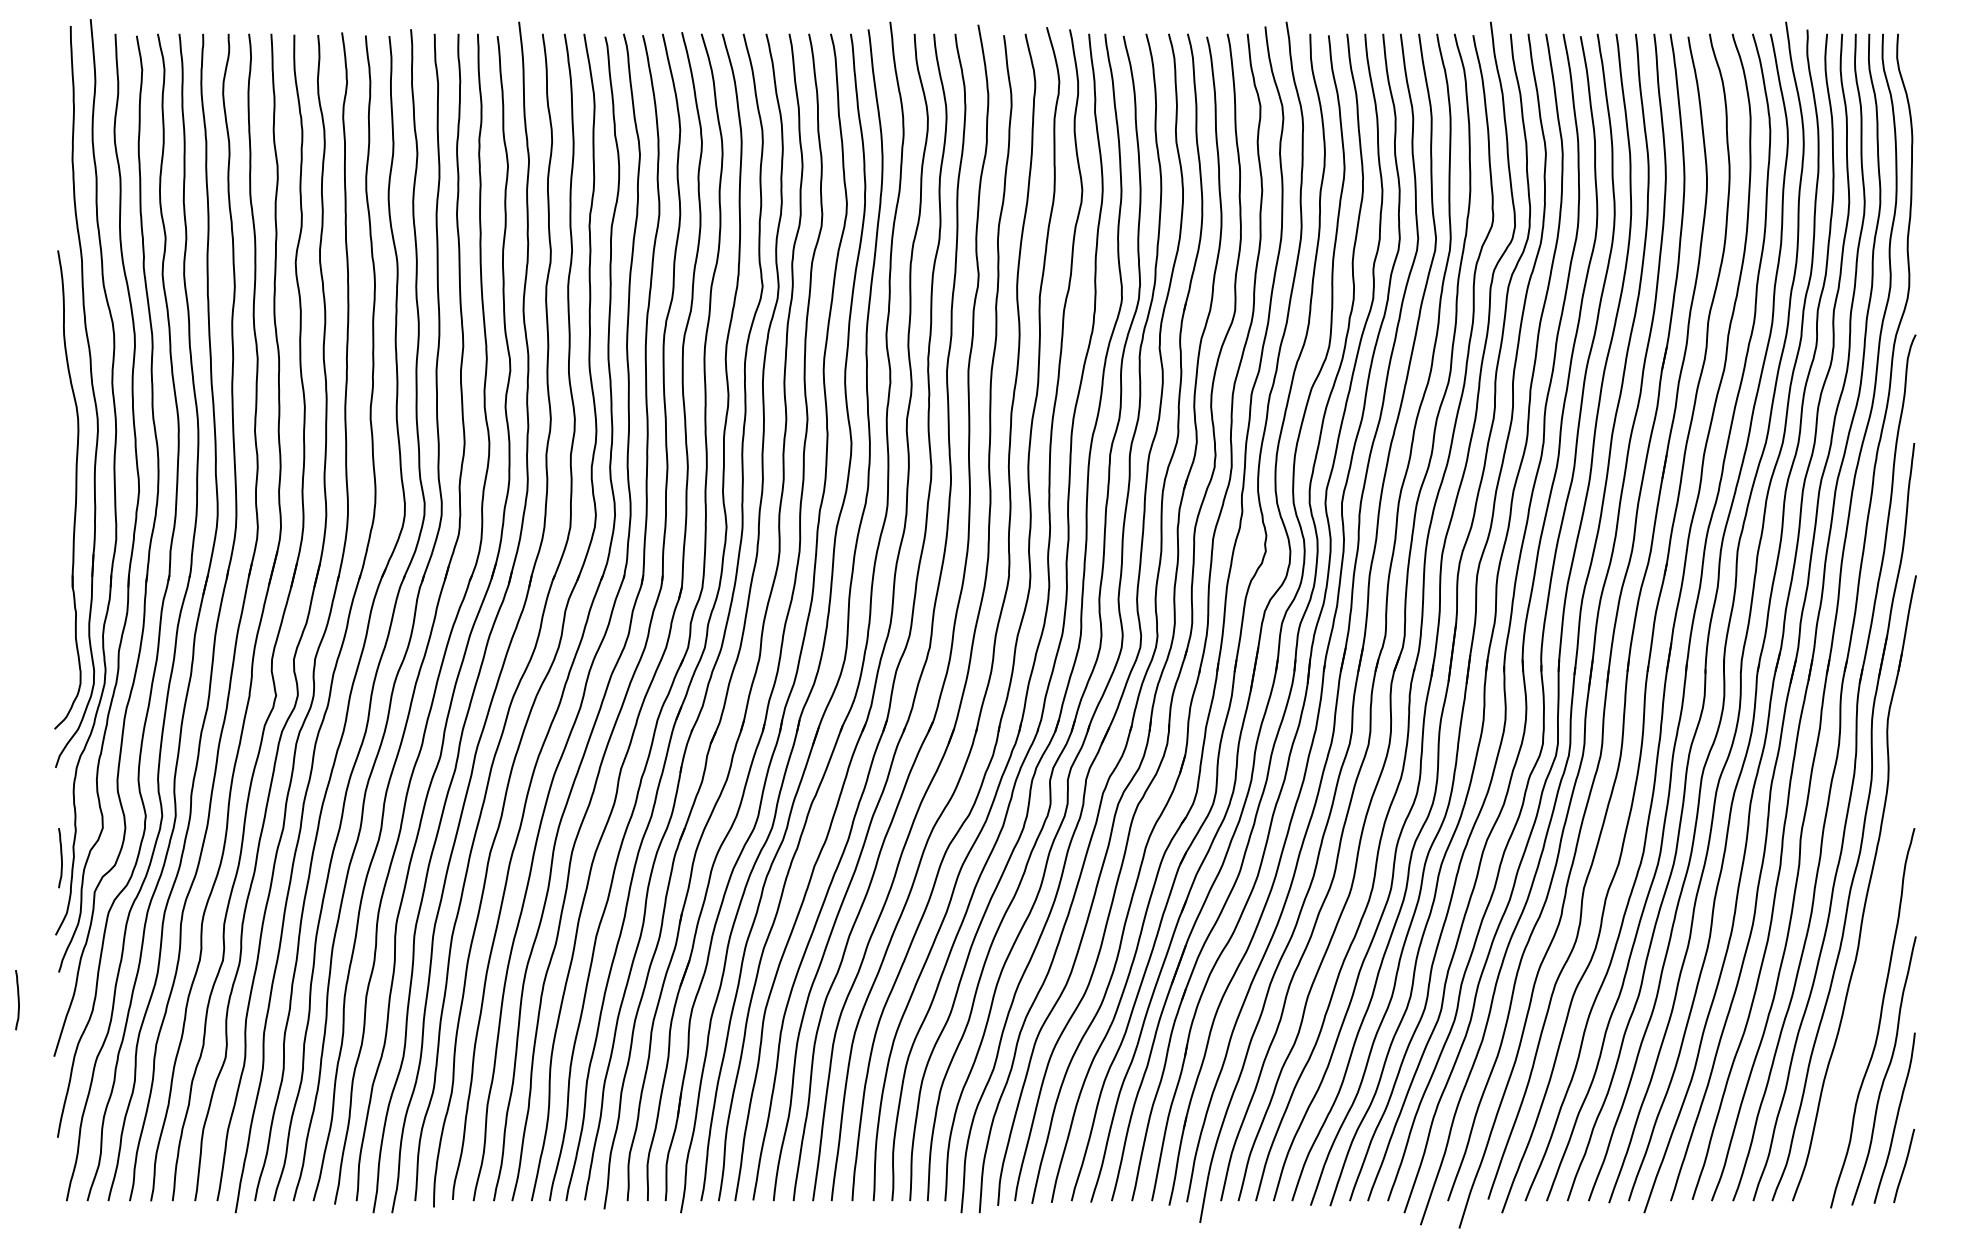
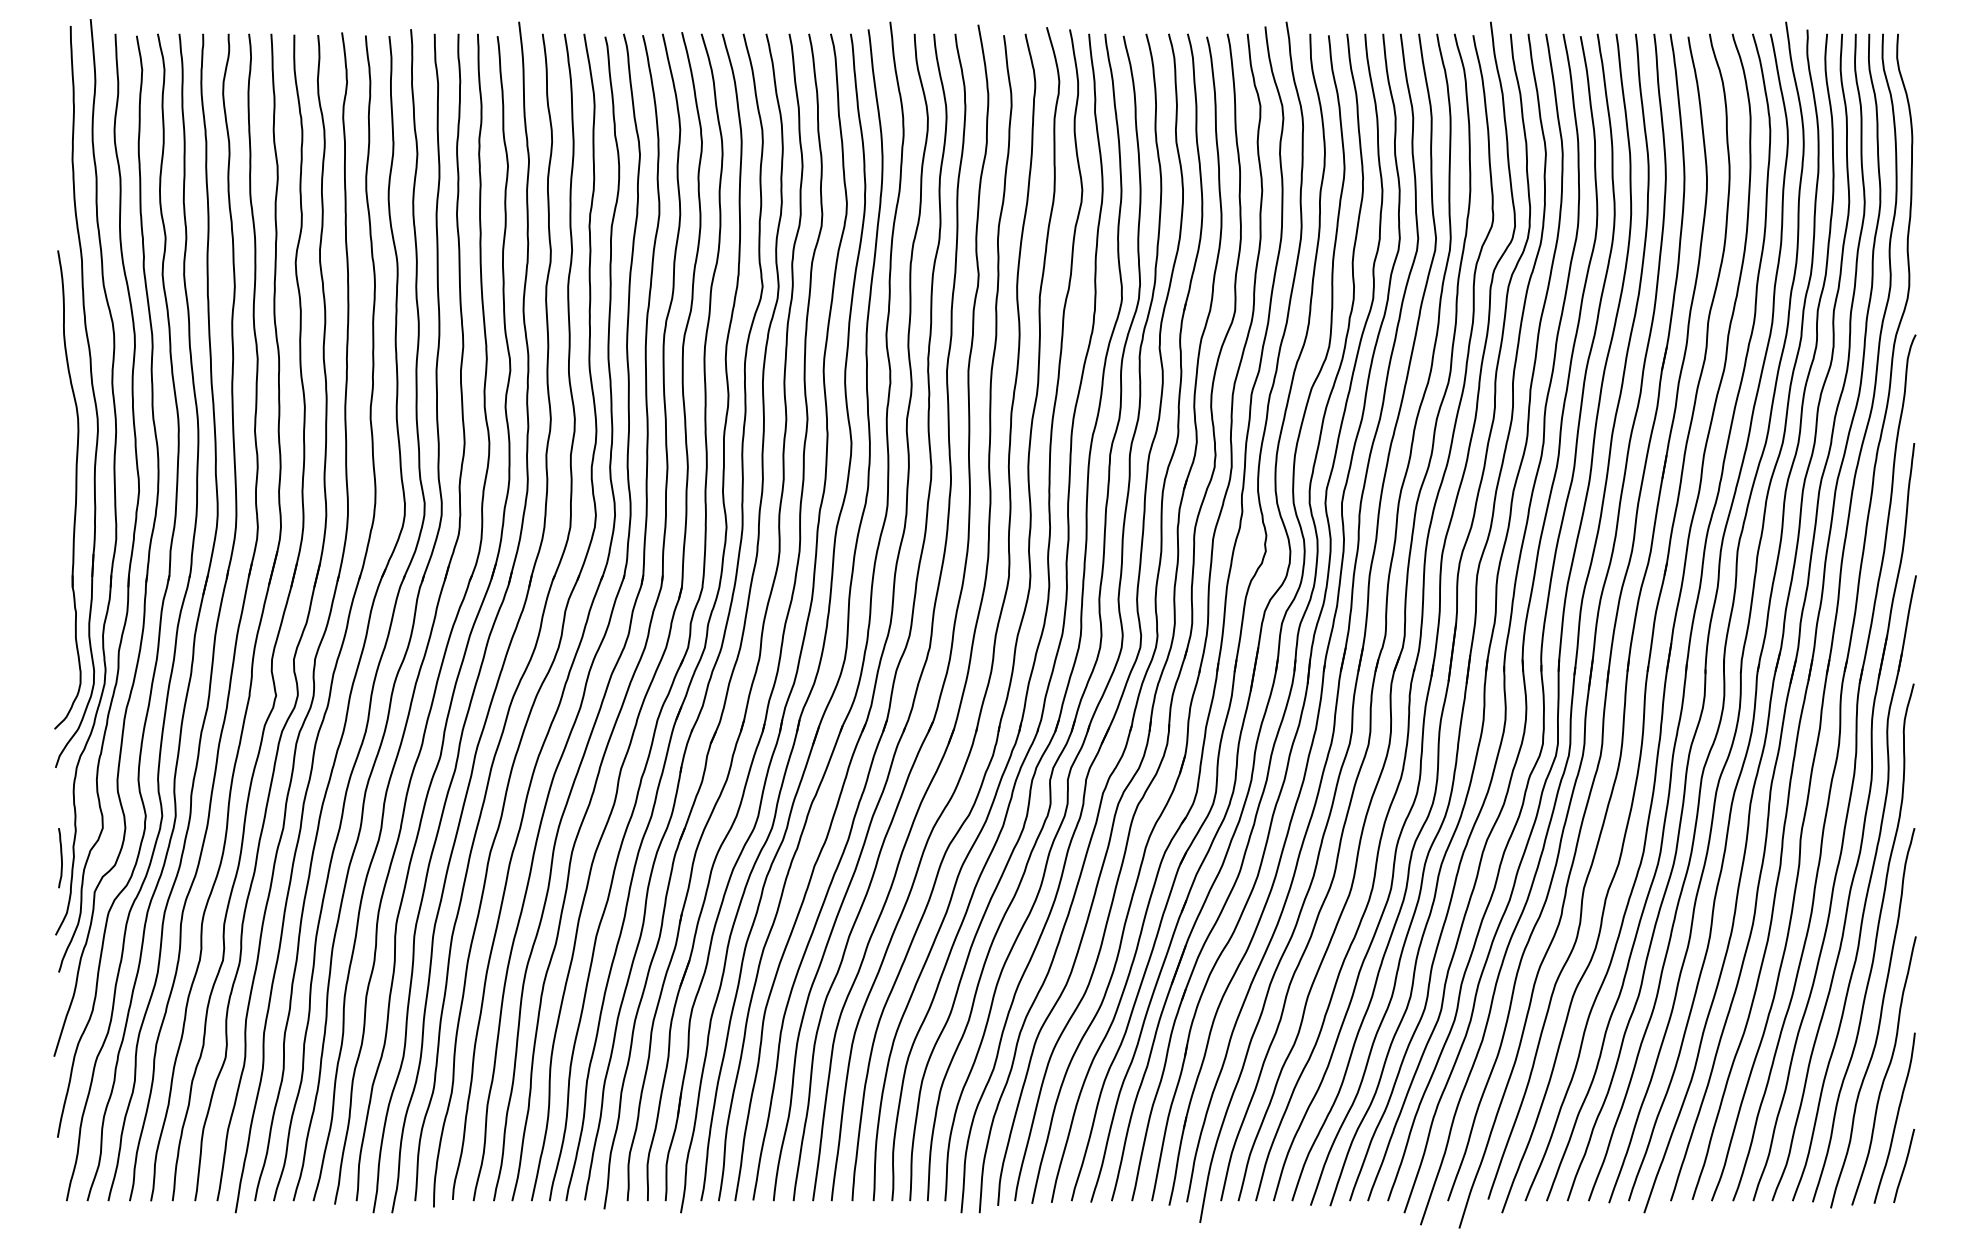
curve at (1874, 942): none -> present
curve at (17, 1000): present -> none
